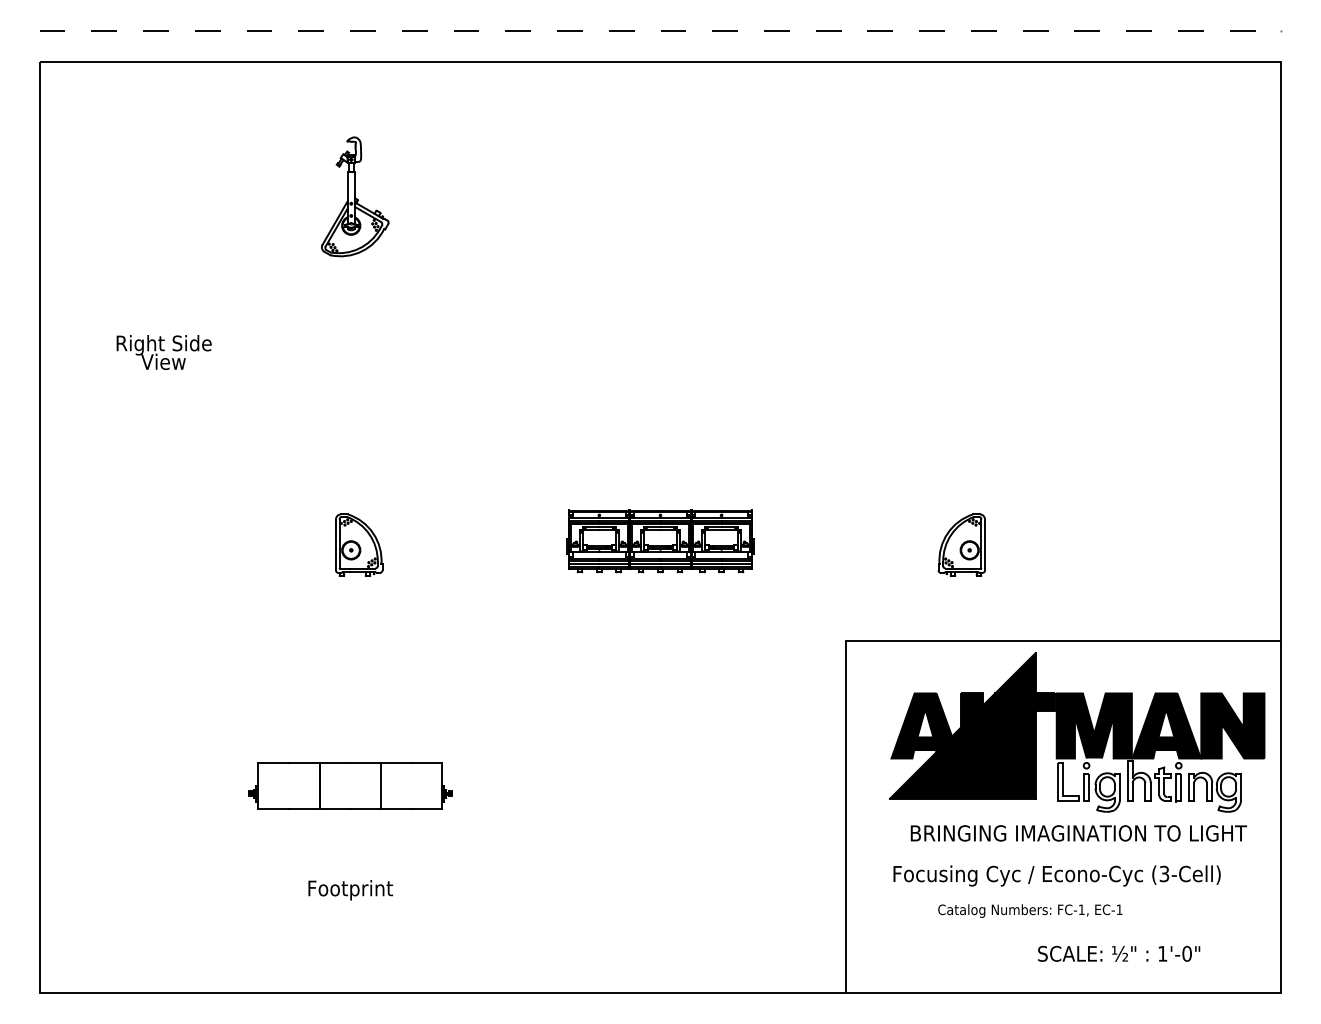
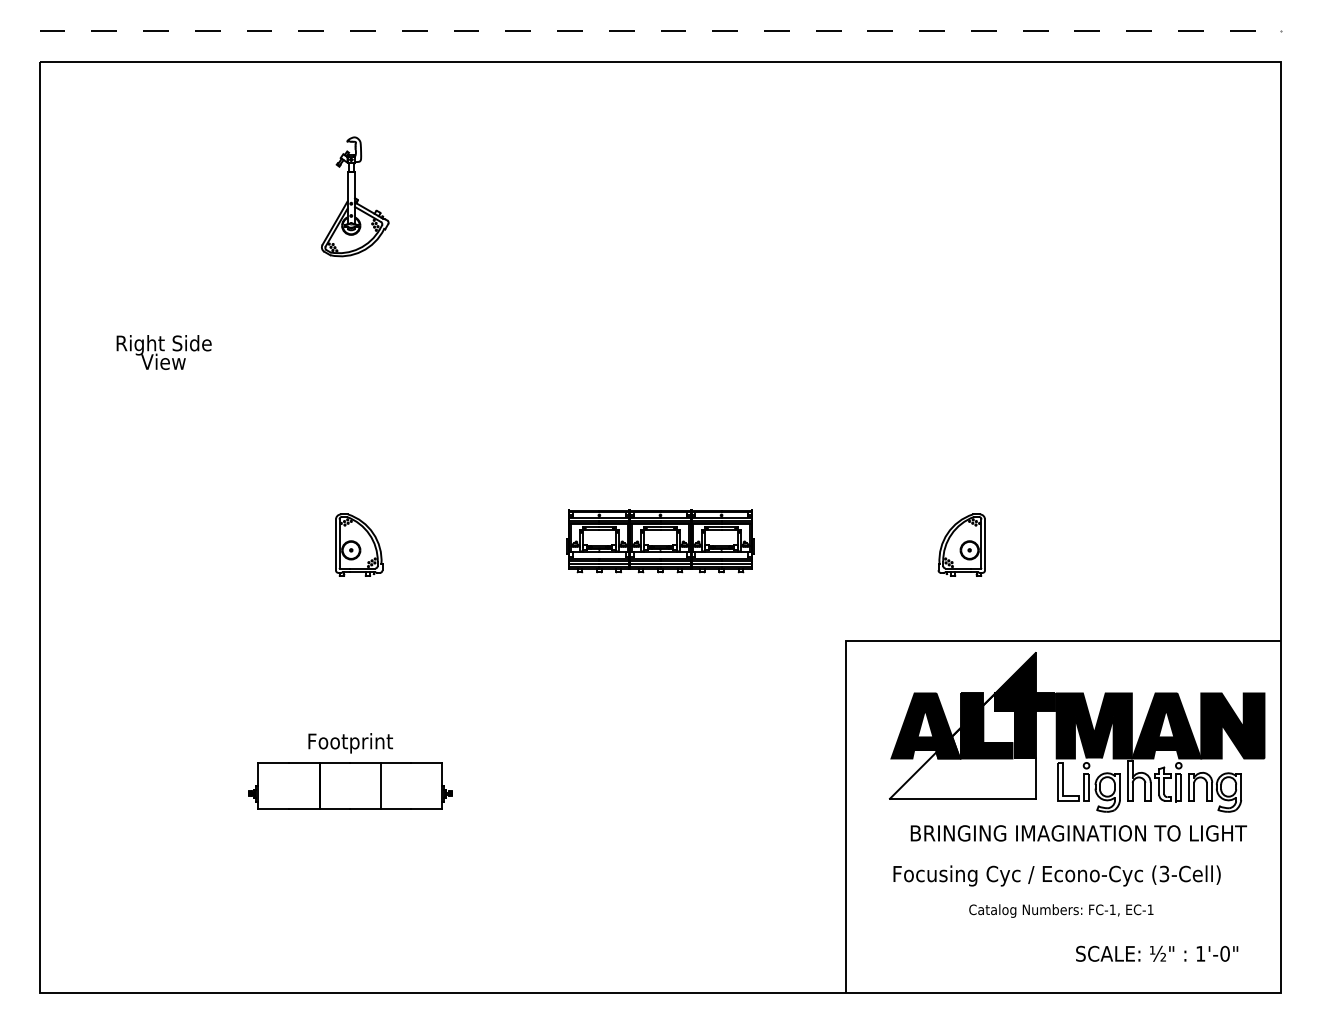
fill at (962, 745): present -> none
text at (350, 890) position: (350, 890) -> (350, 743)
text at (1030, 910) position: (1030, 910) -> (1061, 910)
text at (1119, 953) position: (1119, 953) -> (1157, 953)
